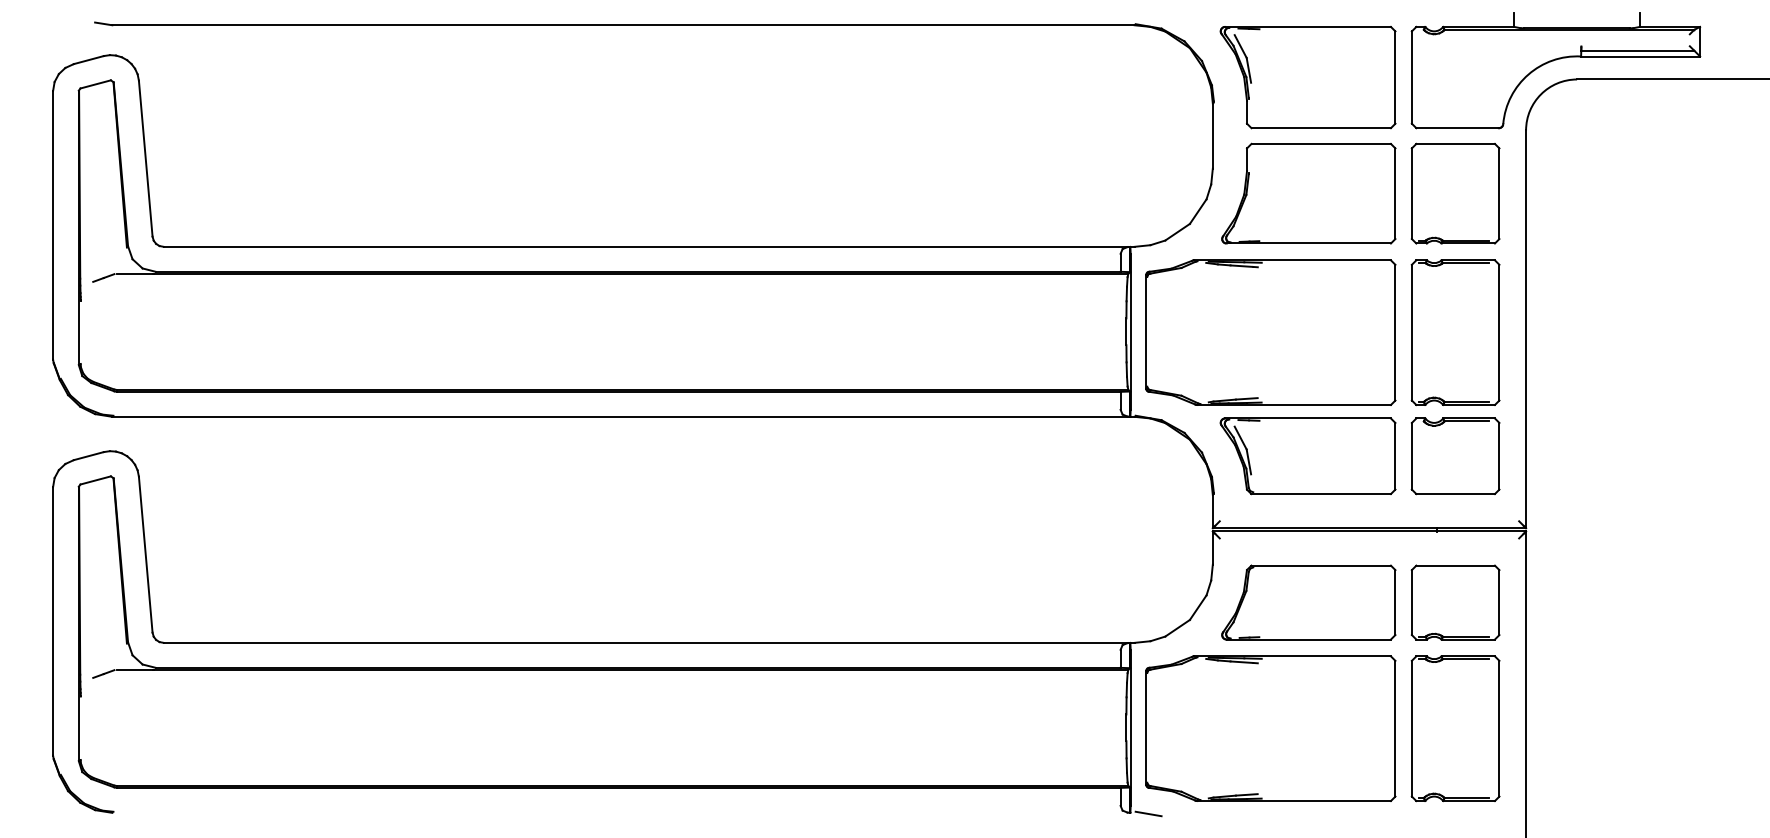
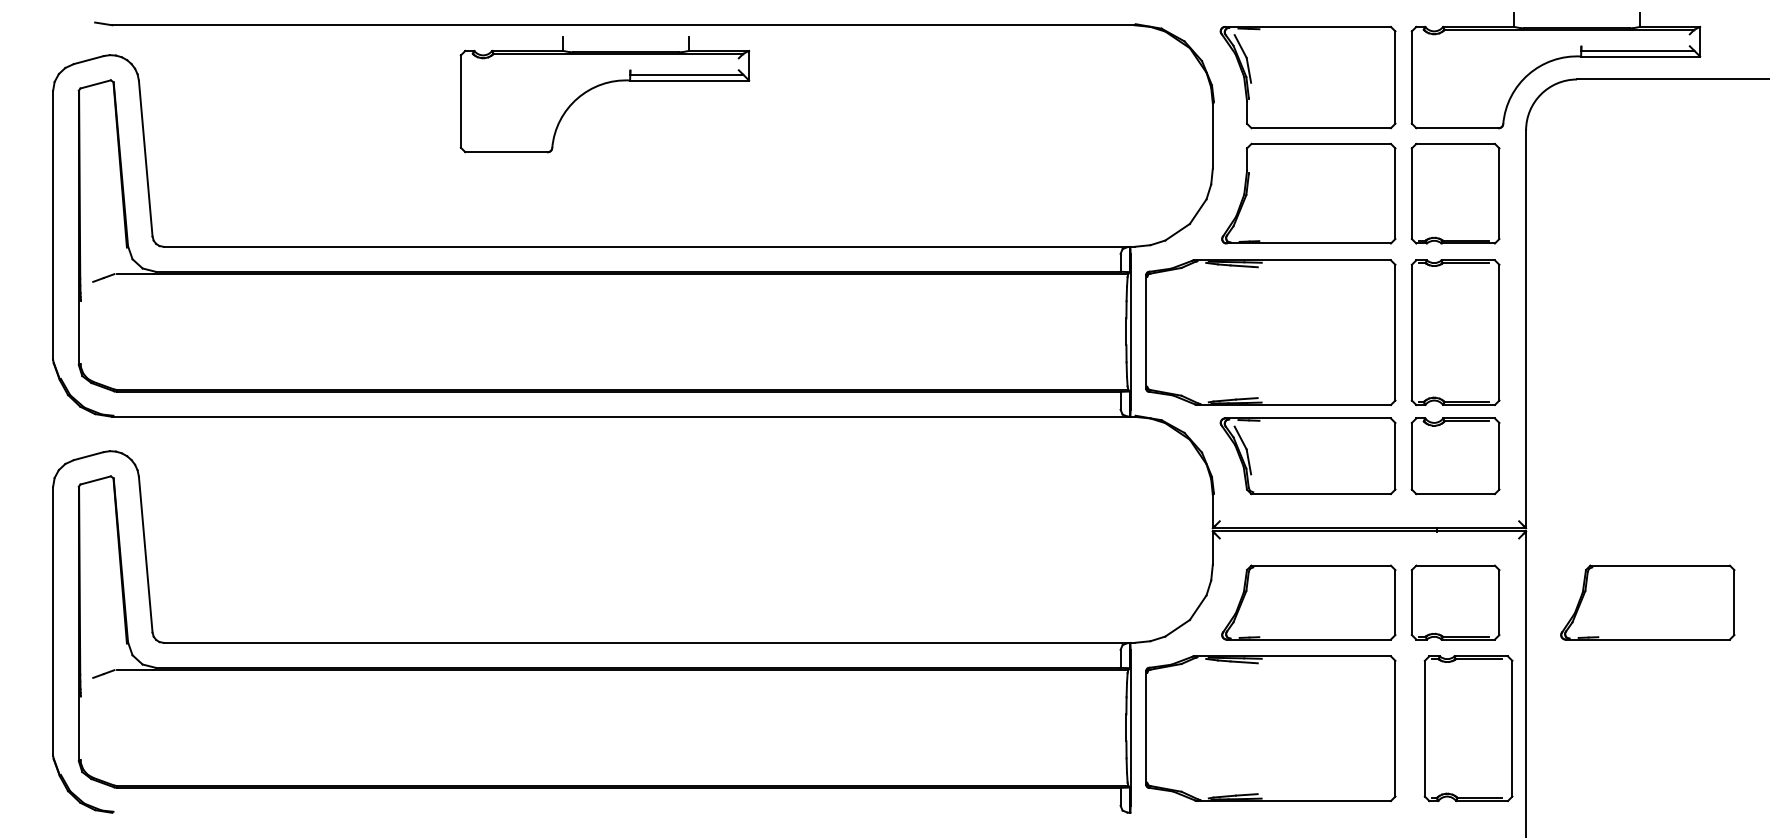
part at (602, 85): none -> present
part at (1647, 602): none -> present
part at (1455, 728) position: (1455, 728) -> (1468, 728)
line at (1148, 813): present -> none
